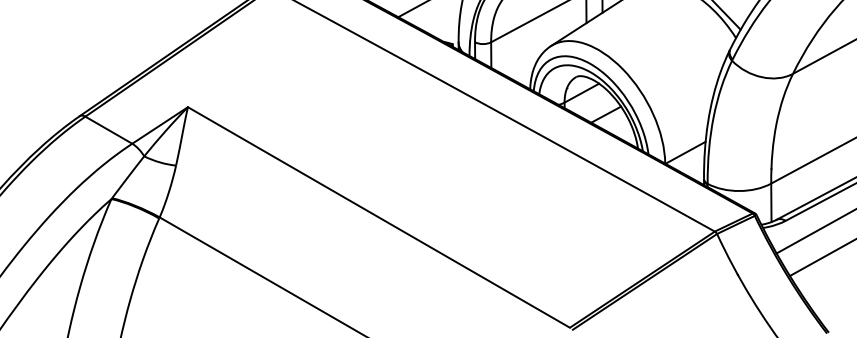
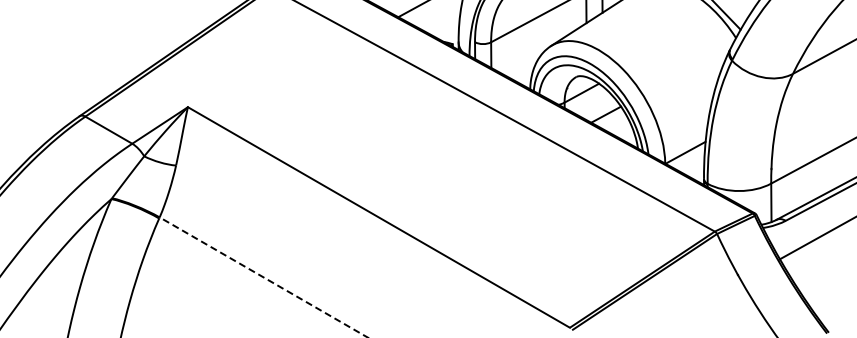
line at (814, 231) position: (814, 231) -> (816, 238)
line at (821, 258): present -> none
line at (263, 277): solid -> dashed
